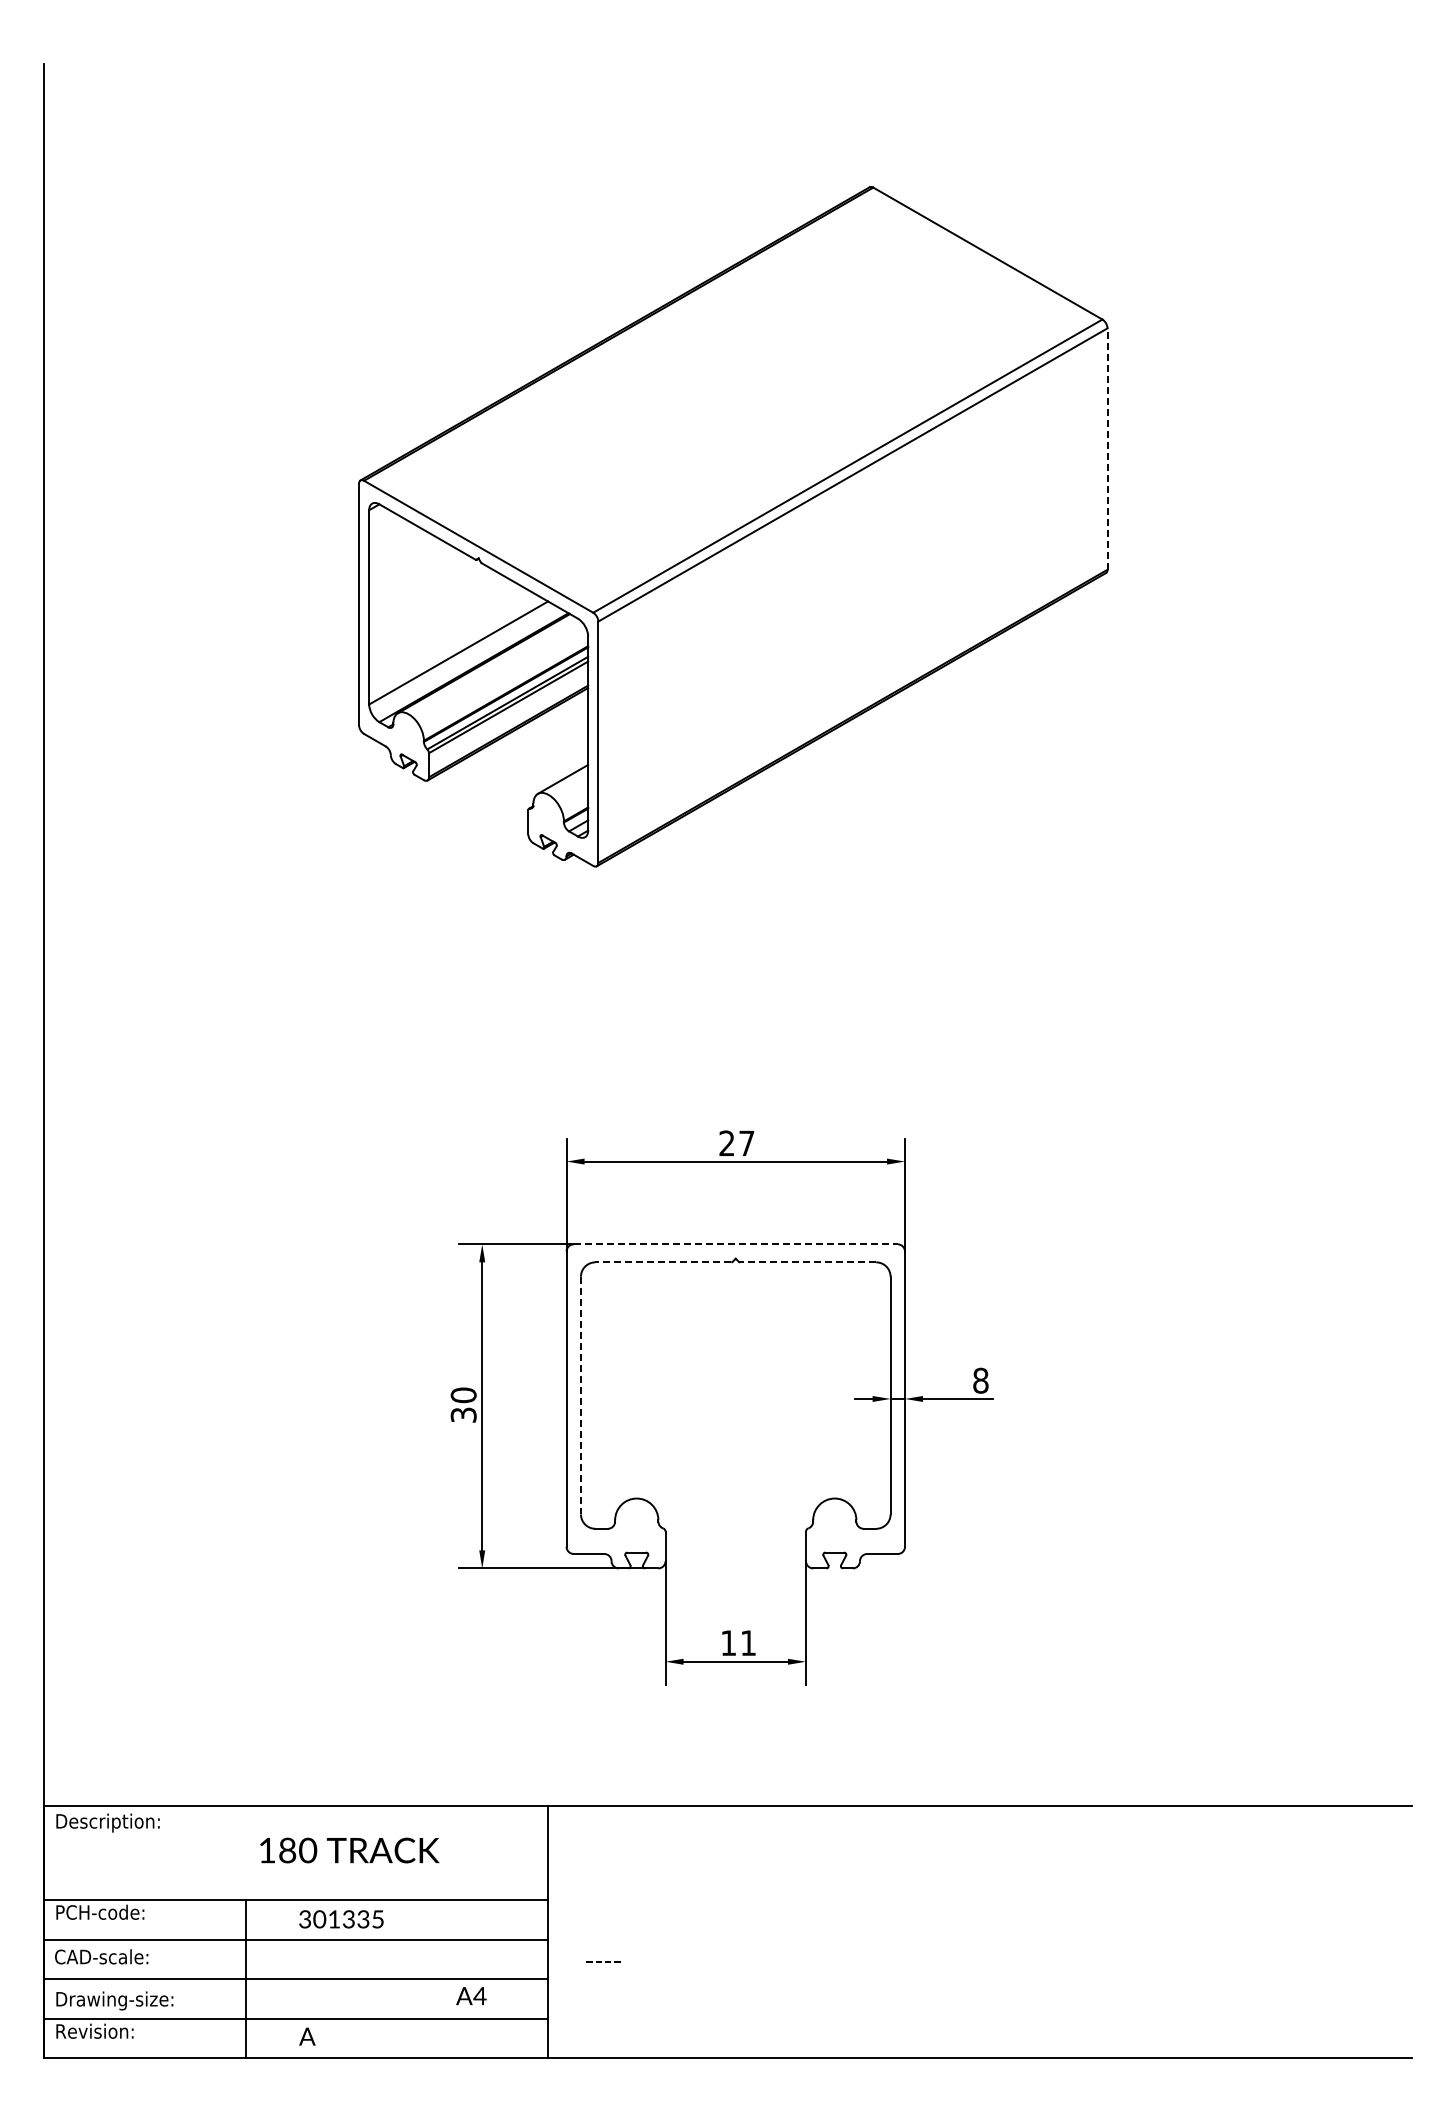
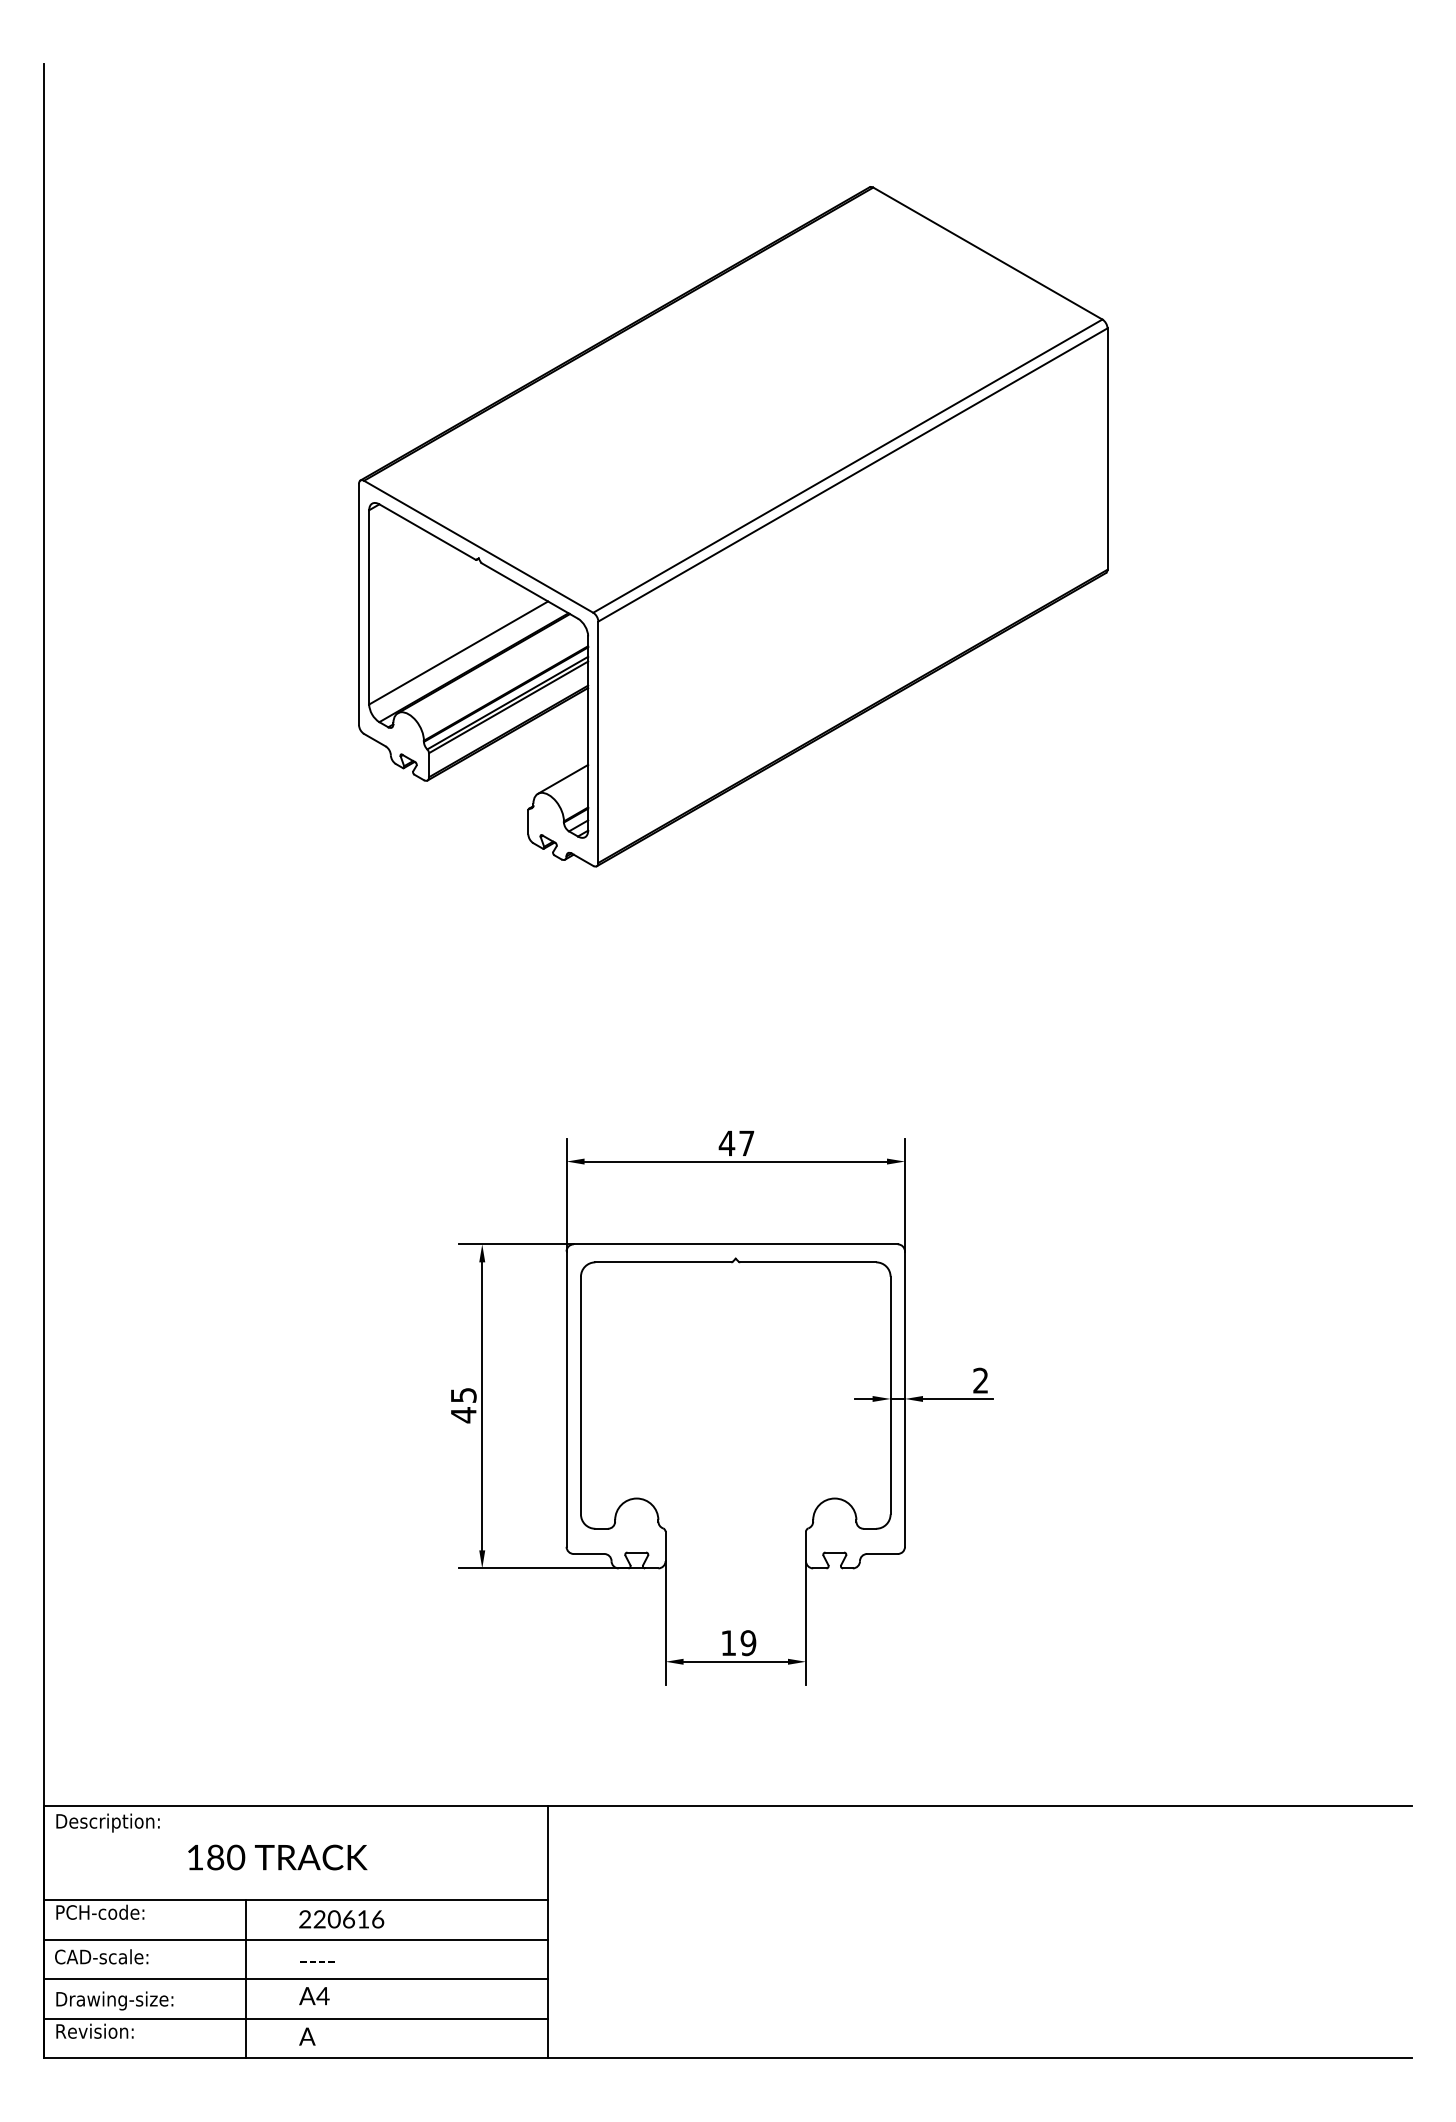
line at (1107, 449): dashed -> solid
text at (726, 1142): 27 -> 47
line at (736, 1244): dashed -> solid
line at (663, 1262): dashed -> solid
line at (808, 1262): dashed -> solid
text at (980, 1380): 8 -> 2
line at (580, 1395): dashed -> solid
text at (463, 1405): 30 -> 45
text at (748, 1643): 11 -> 19
text at (349, 1850) position: (349, 1850) -> (277, 1857)
text at (341, 1919): 301335 -> 220616
text at (603, 1961) position: (603, 1961) -> (317, 1961)
text at (471, 1996) position: (471, 1996) -> (314, 1996)
